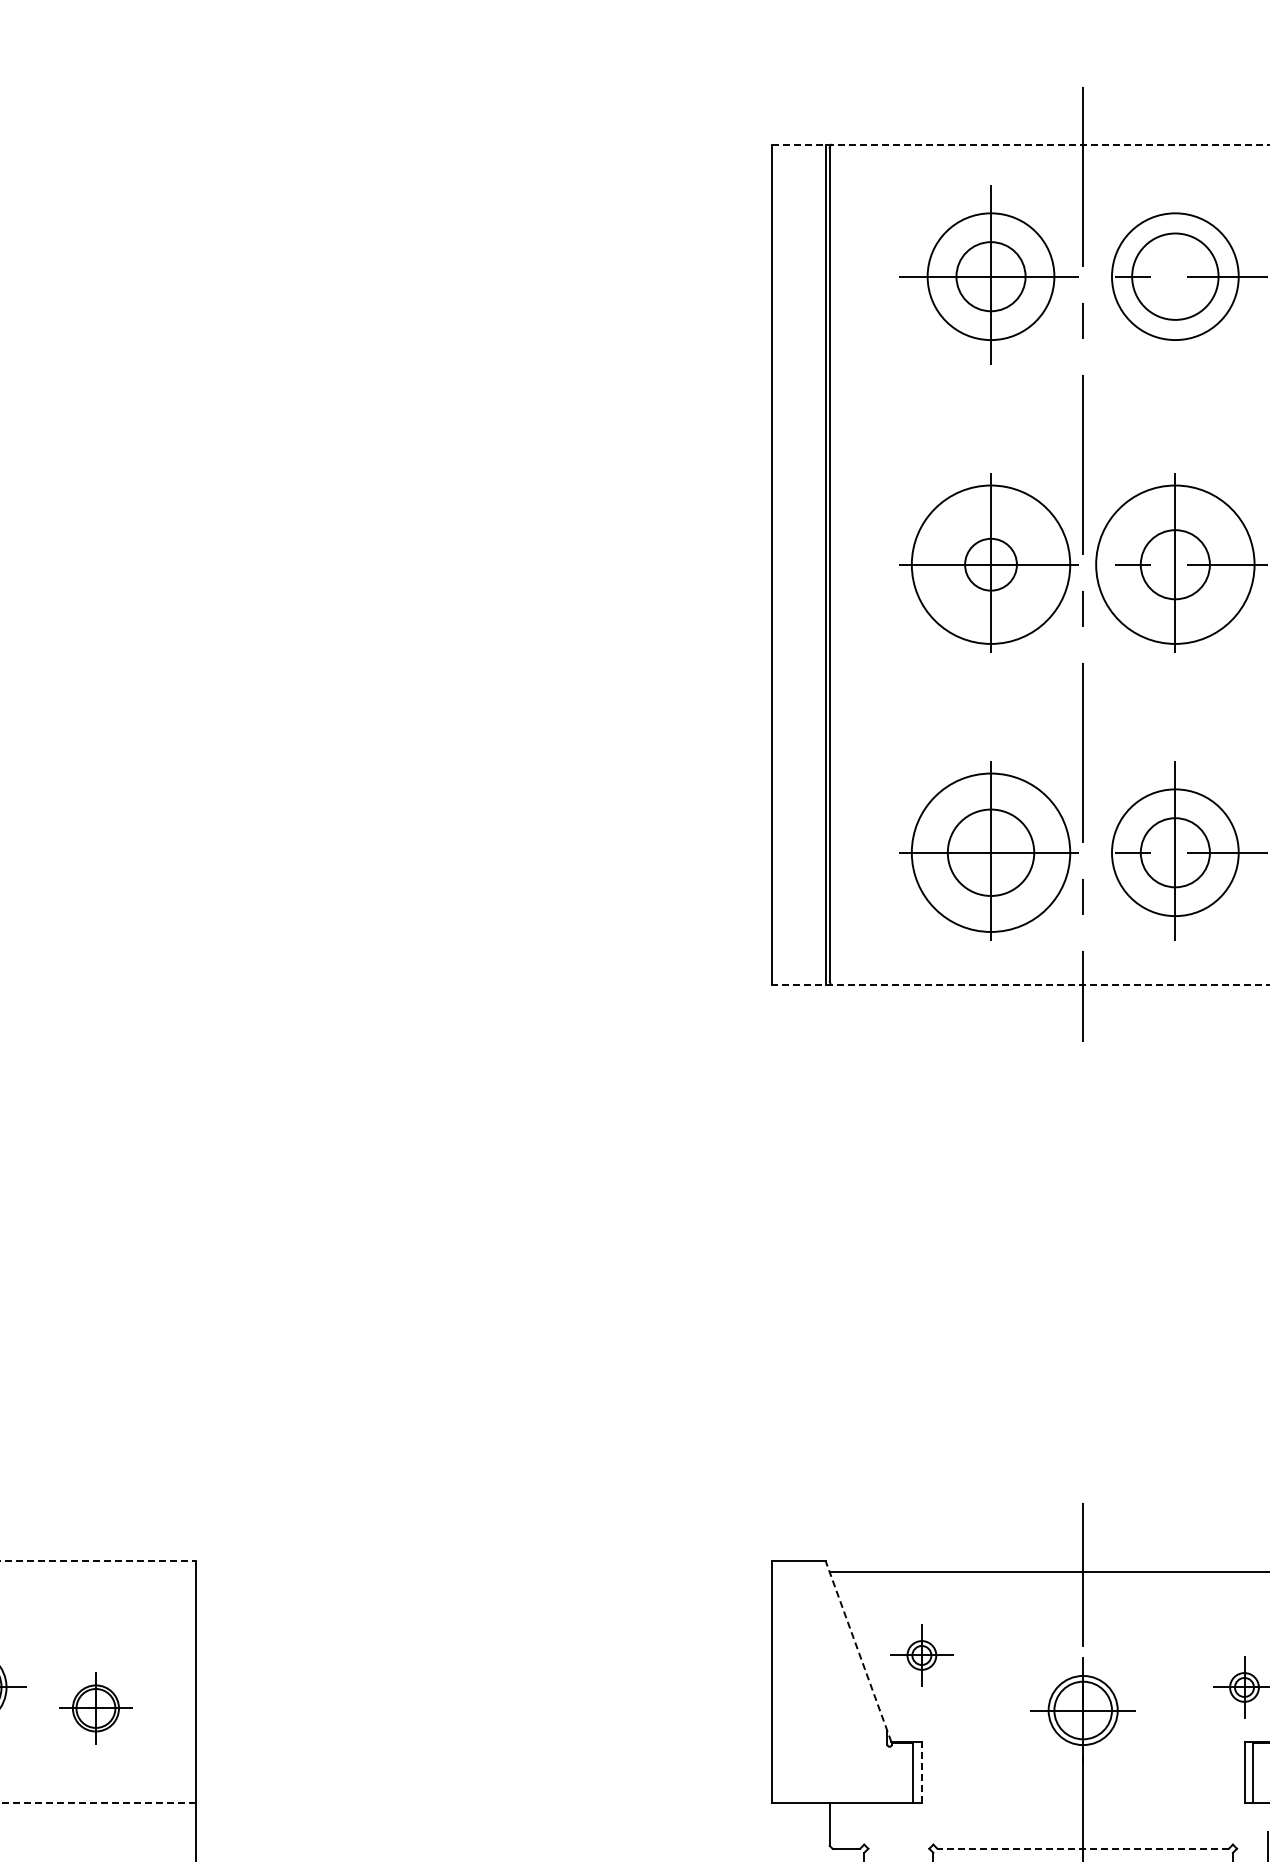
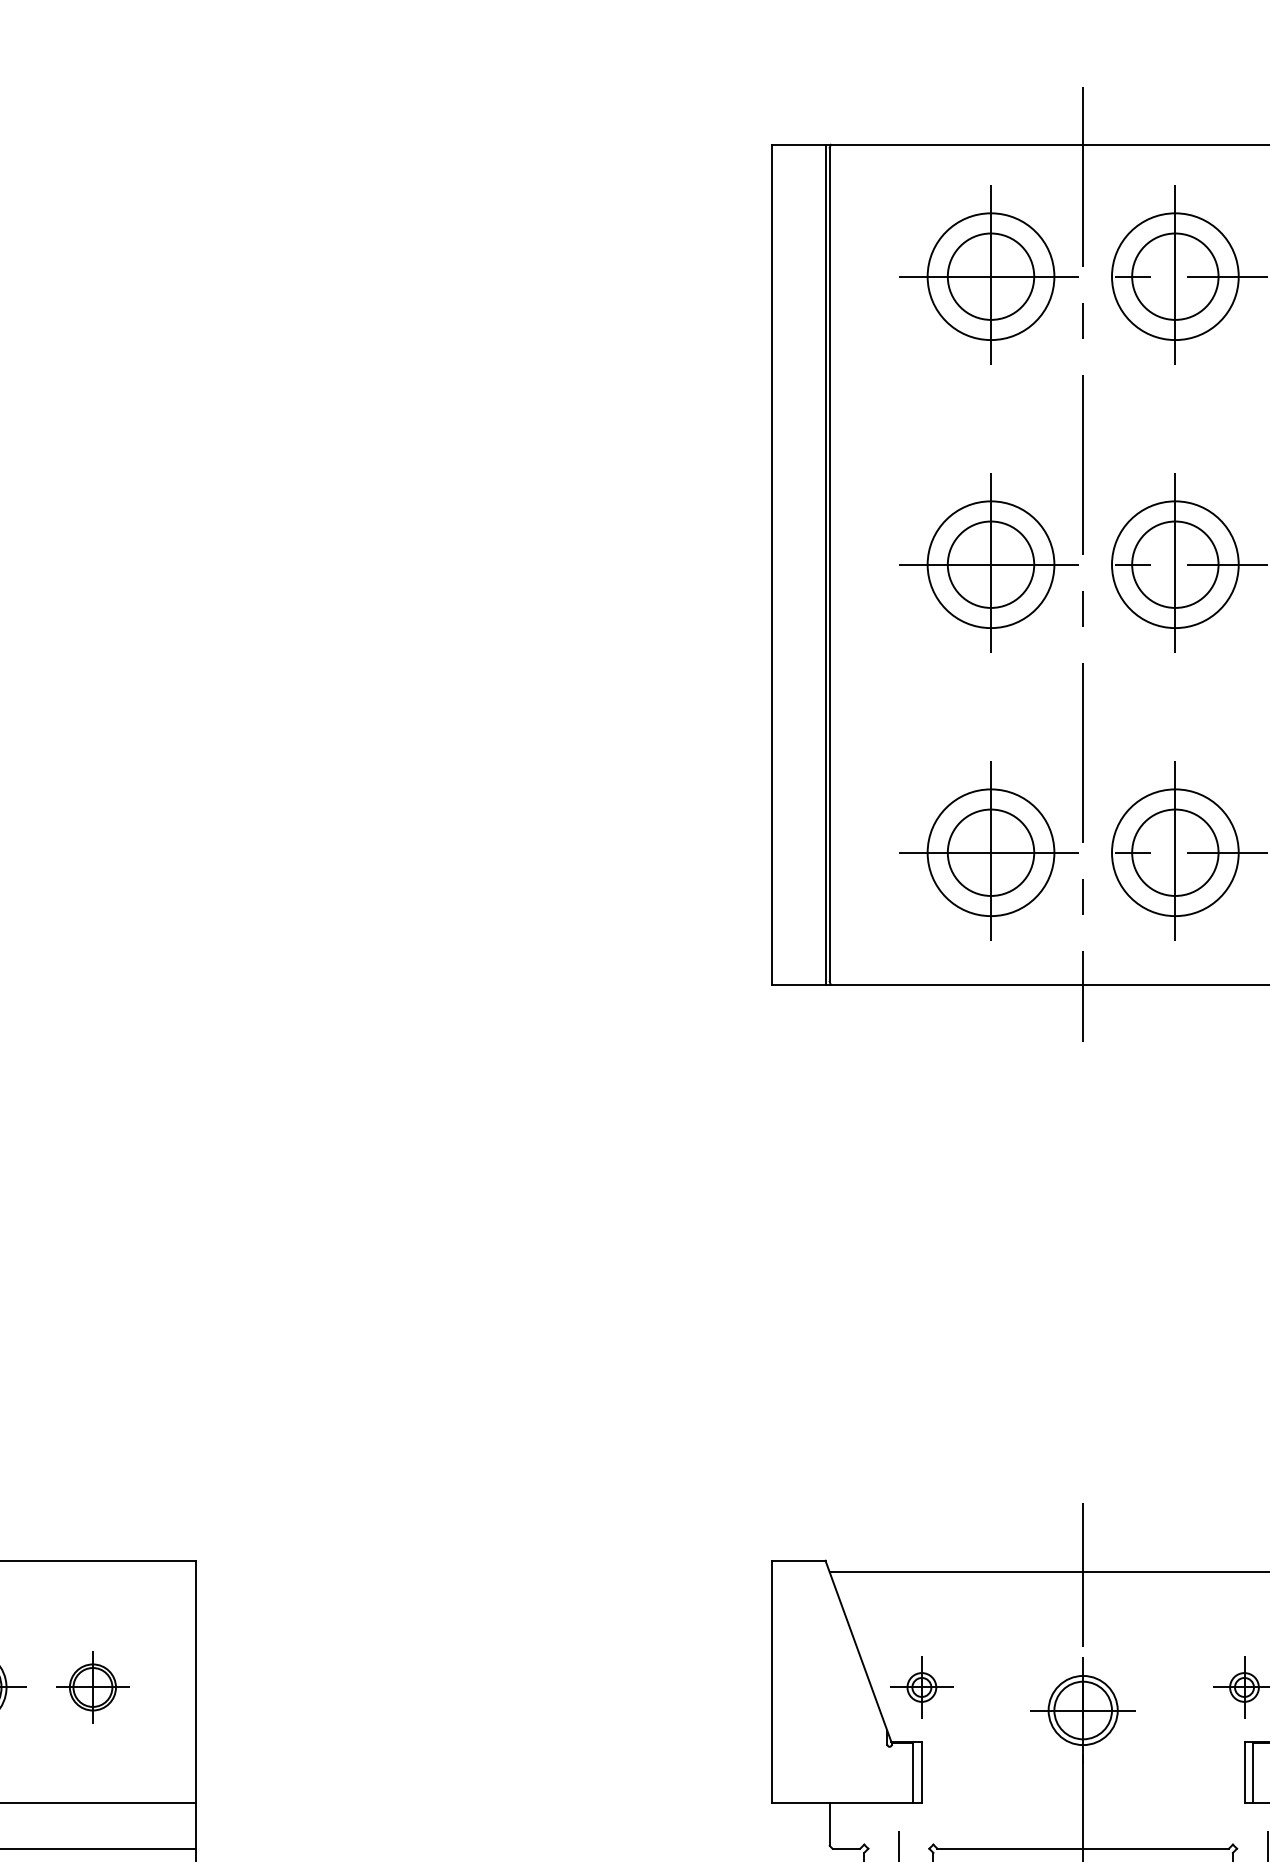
line at (1020, 144): dashed -> solid
circle at (990, 276) diameter: 69 px -> 86 px
line at (1175, 276): none -> present
circle at (990, 564) diameter: 158 px -> 127 px
circle at (990, 564) diameter: 52 px -> 86 px
circle at (1174, 564) diameter: 69 px -> 86 px
circle at (1175, 564) diameter: 158 px -> 127 px
circle at (990, 852) diameter: 158 px -> 127 px
circle at (1174, 852) diameter: 69 px -> 86 px
line at (1020, 984): dashed -> solid
line at (98, 1560): dashed -> solid
line at (858, 1651): dashed -> solid
part at (921, 1655) position: (921, 1655) -> (921, 1687)
part at (95, 1708) position: (95, 1708) -> (92, 1687)
line at (921, 1771): dashed -> solid
line at (98, 1802): dashed -> solid
line at (898, 1844): none -> present
line at (99, 1848): none -> present
line at (1083, 1848): dashed -> solid
